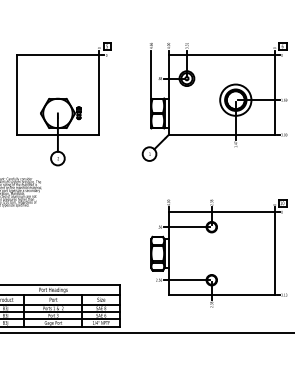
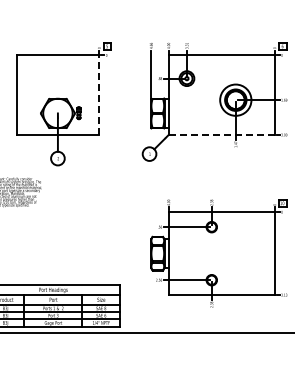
line at (99, 95): solid -> dashed
line at (221, 134): solid -> dashed
